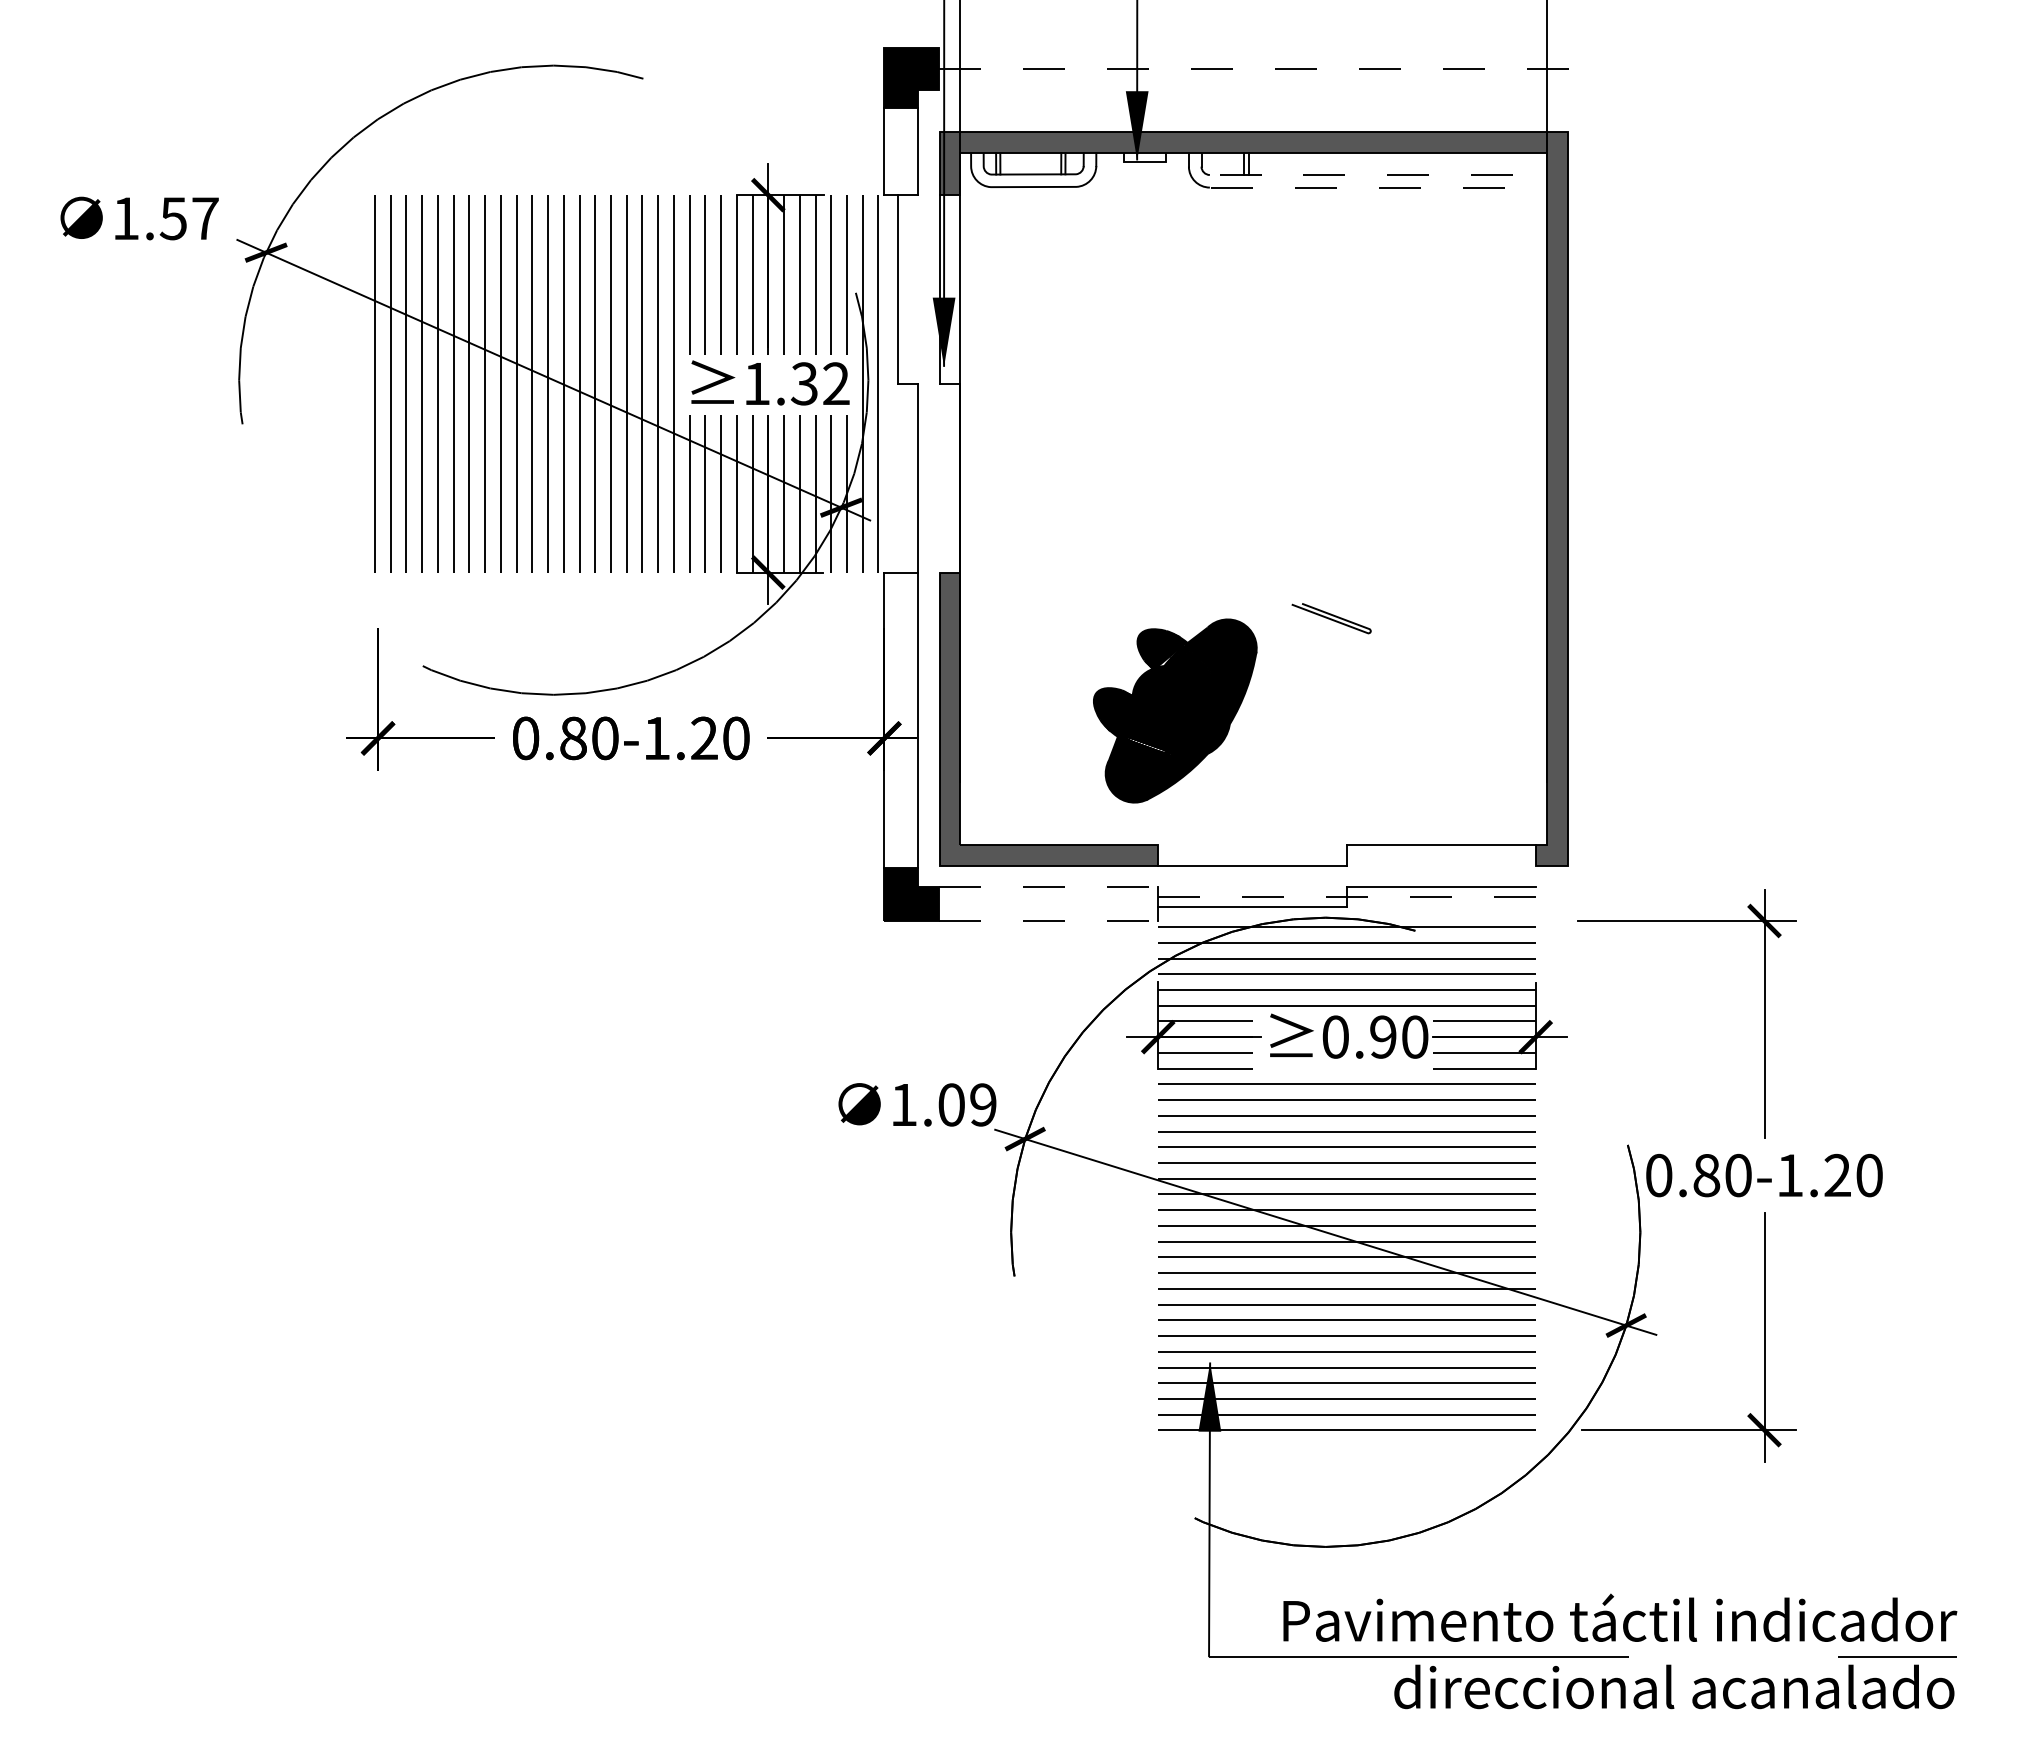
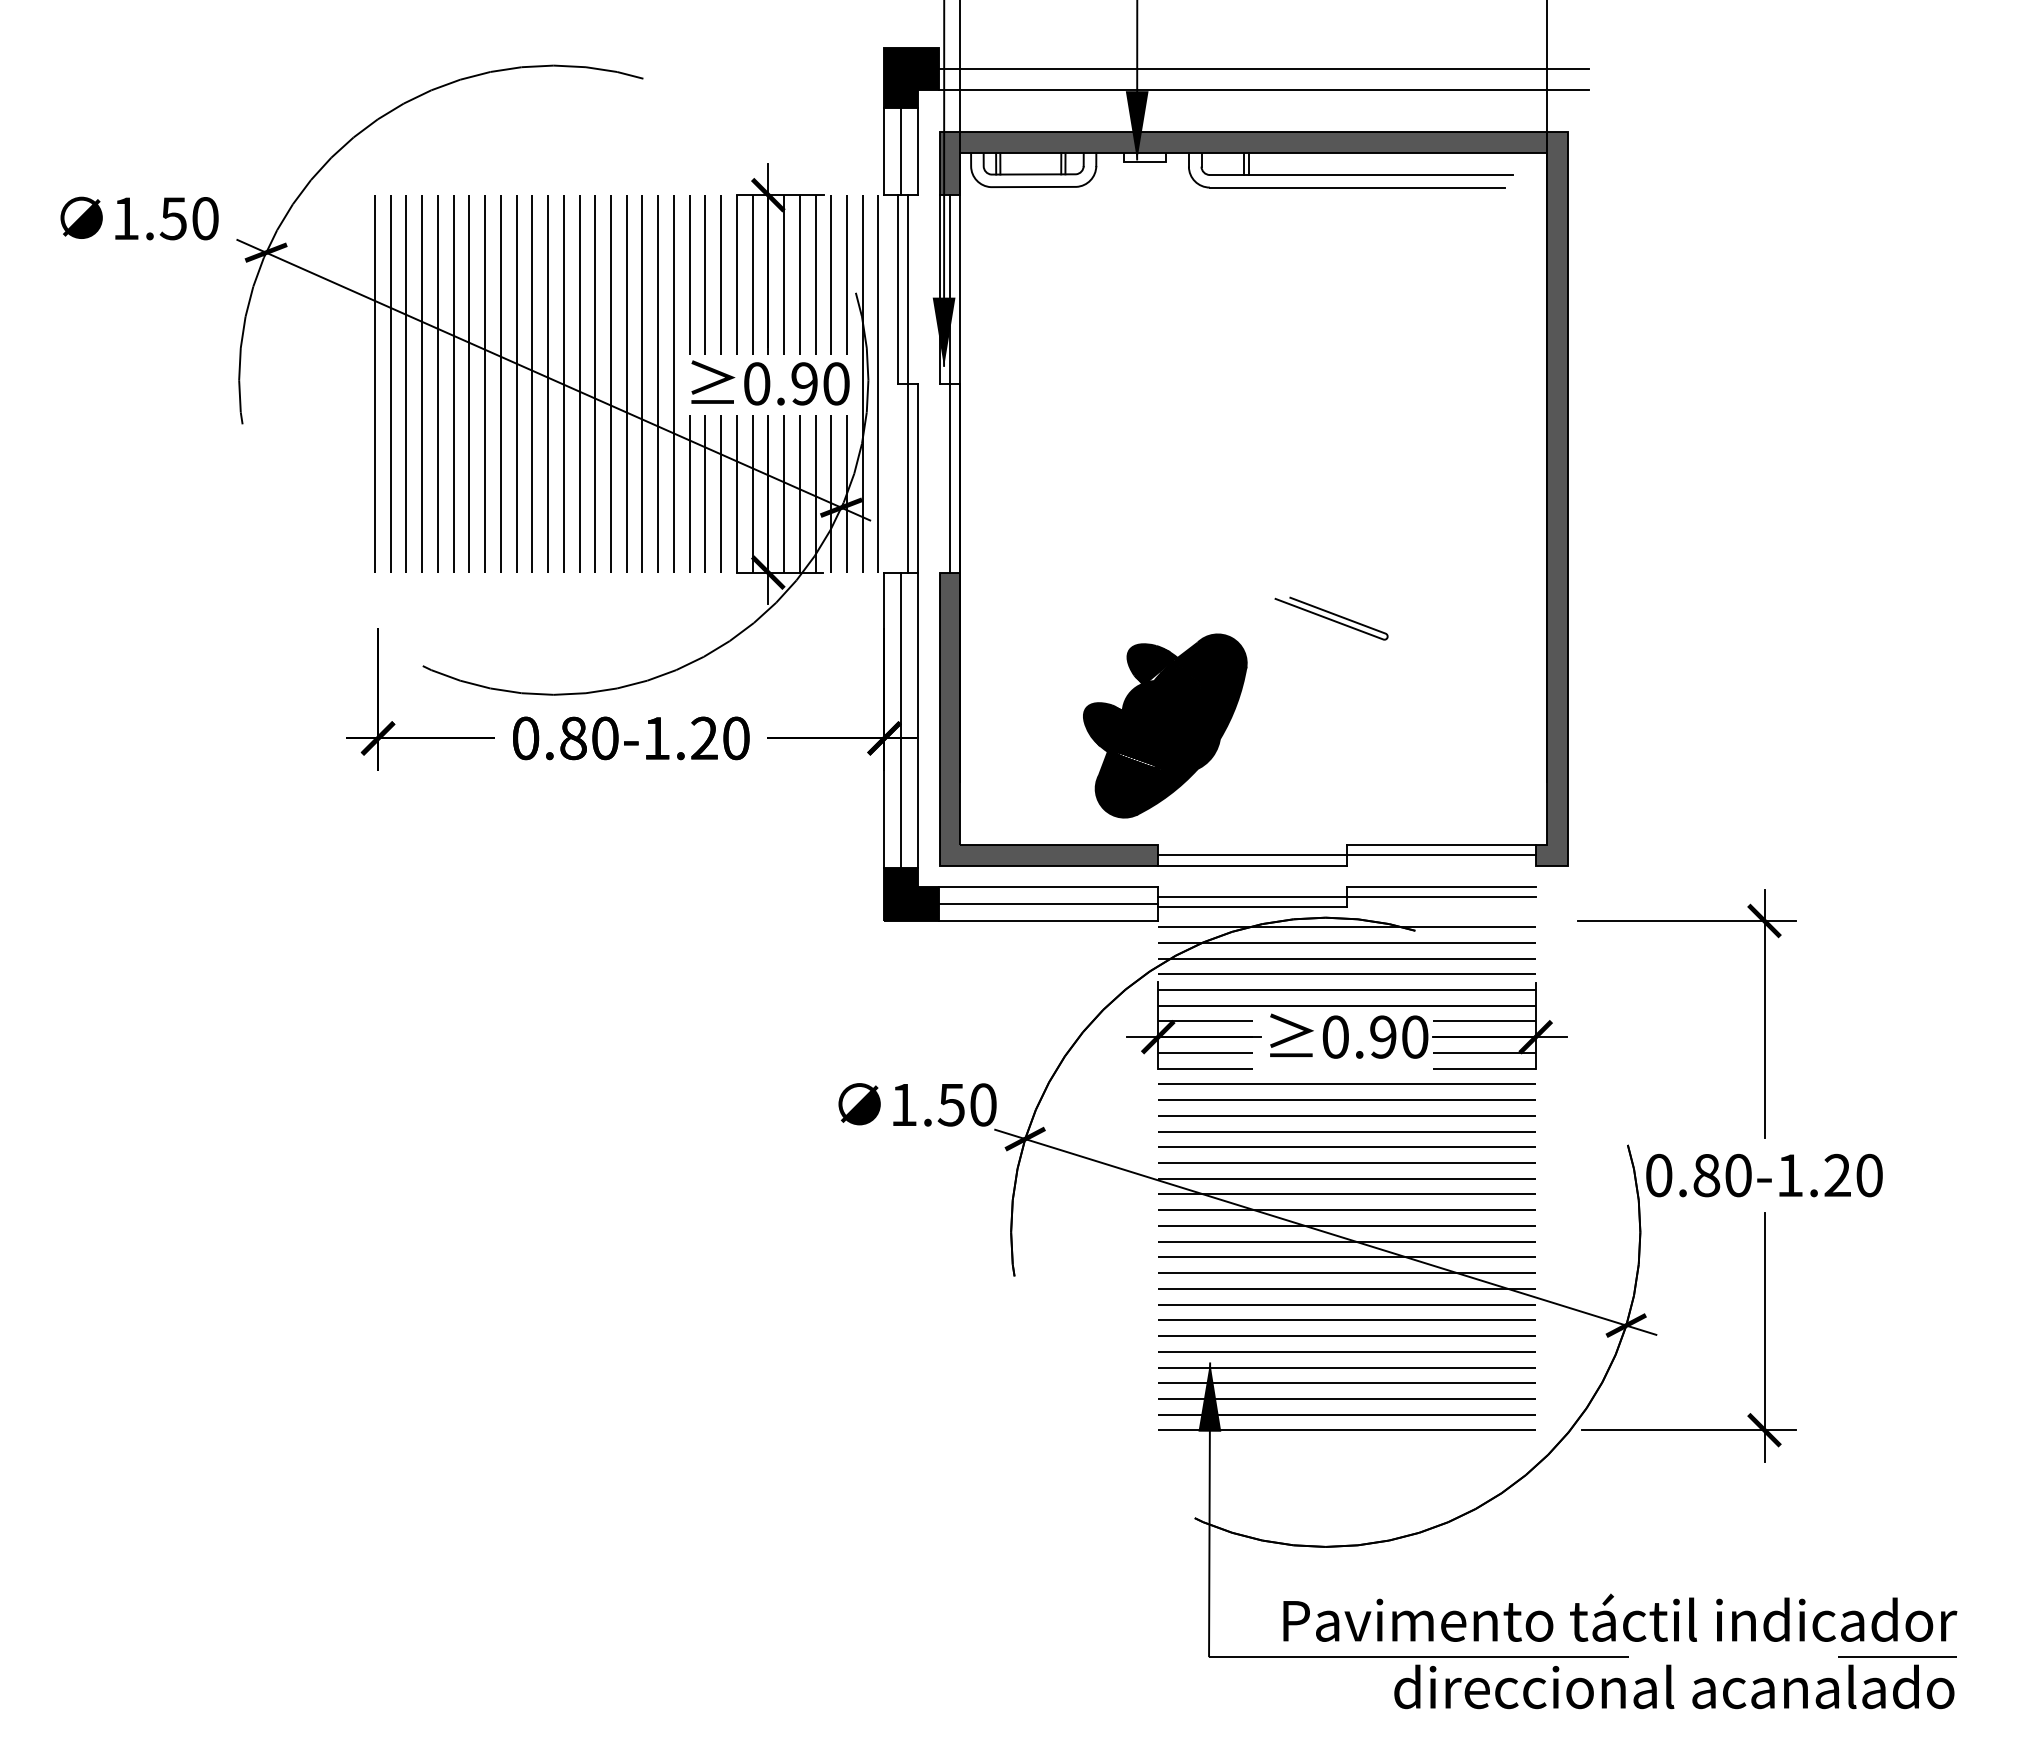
line at (1264, 69): dashed -> solid
line at (1264, 90): none -> present
line at (901, 151): none -> present
line at (1361, 175): dashed -> solid
line at (1356, 187): dashed -> solid
text at (205, 218): 1.57 -> 1.50
text at (796, 383): 1.32 -> 0.90
line at (908, 383): none -> present
line at (950, 383): none -> present
part at (1331, 618) size: 81x32 px -> 115x45 px
part at (1175, 710) position: (1175, 710) -> (1165, 725)
line at (901, 719): none -> present
line at (1346, 855): none -> present
line at (1049, 887): dashed -> solid
line at (1346, 897): dashed -> solid
line at (1048, 904): none -> present
line at (1049, 921): dashed -> solid
text at (966, 1104): 1.09 -> 1.50
